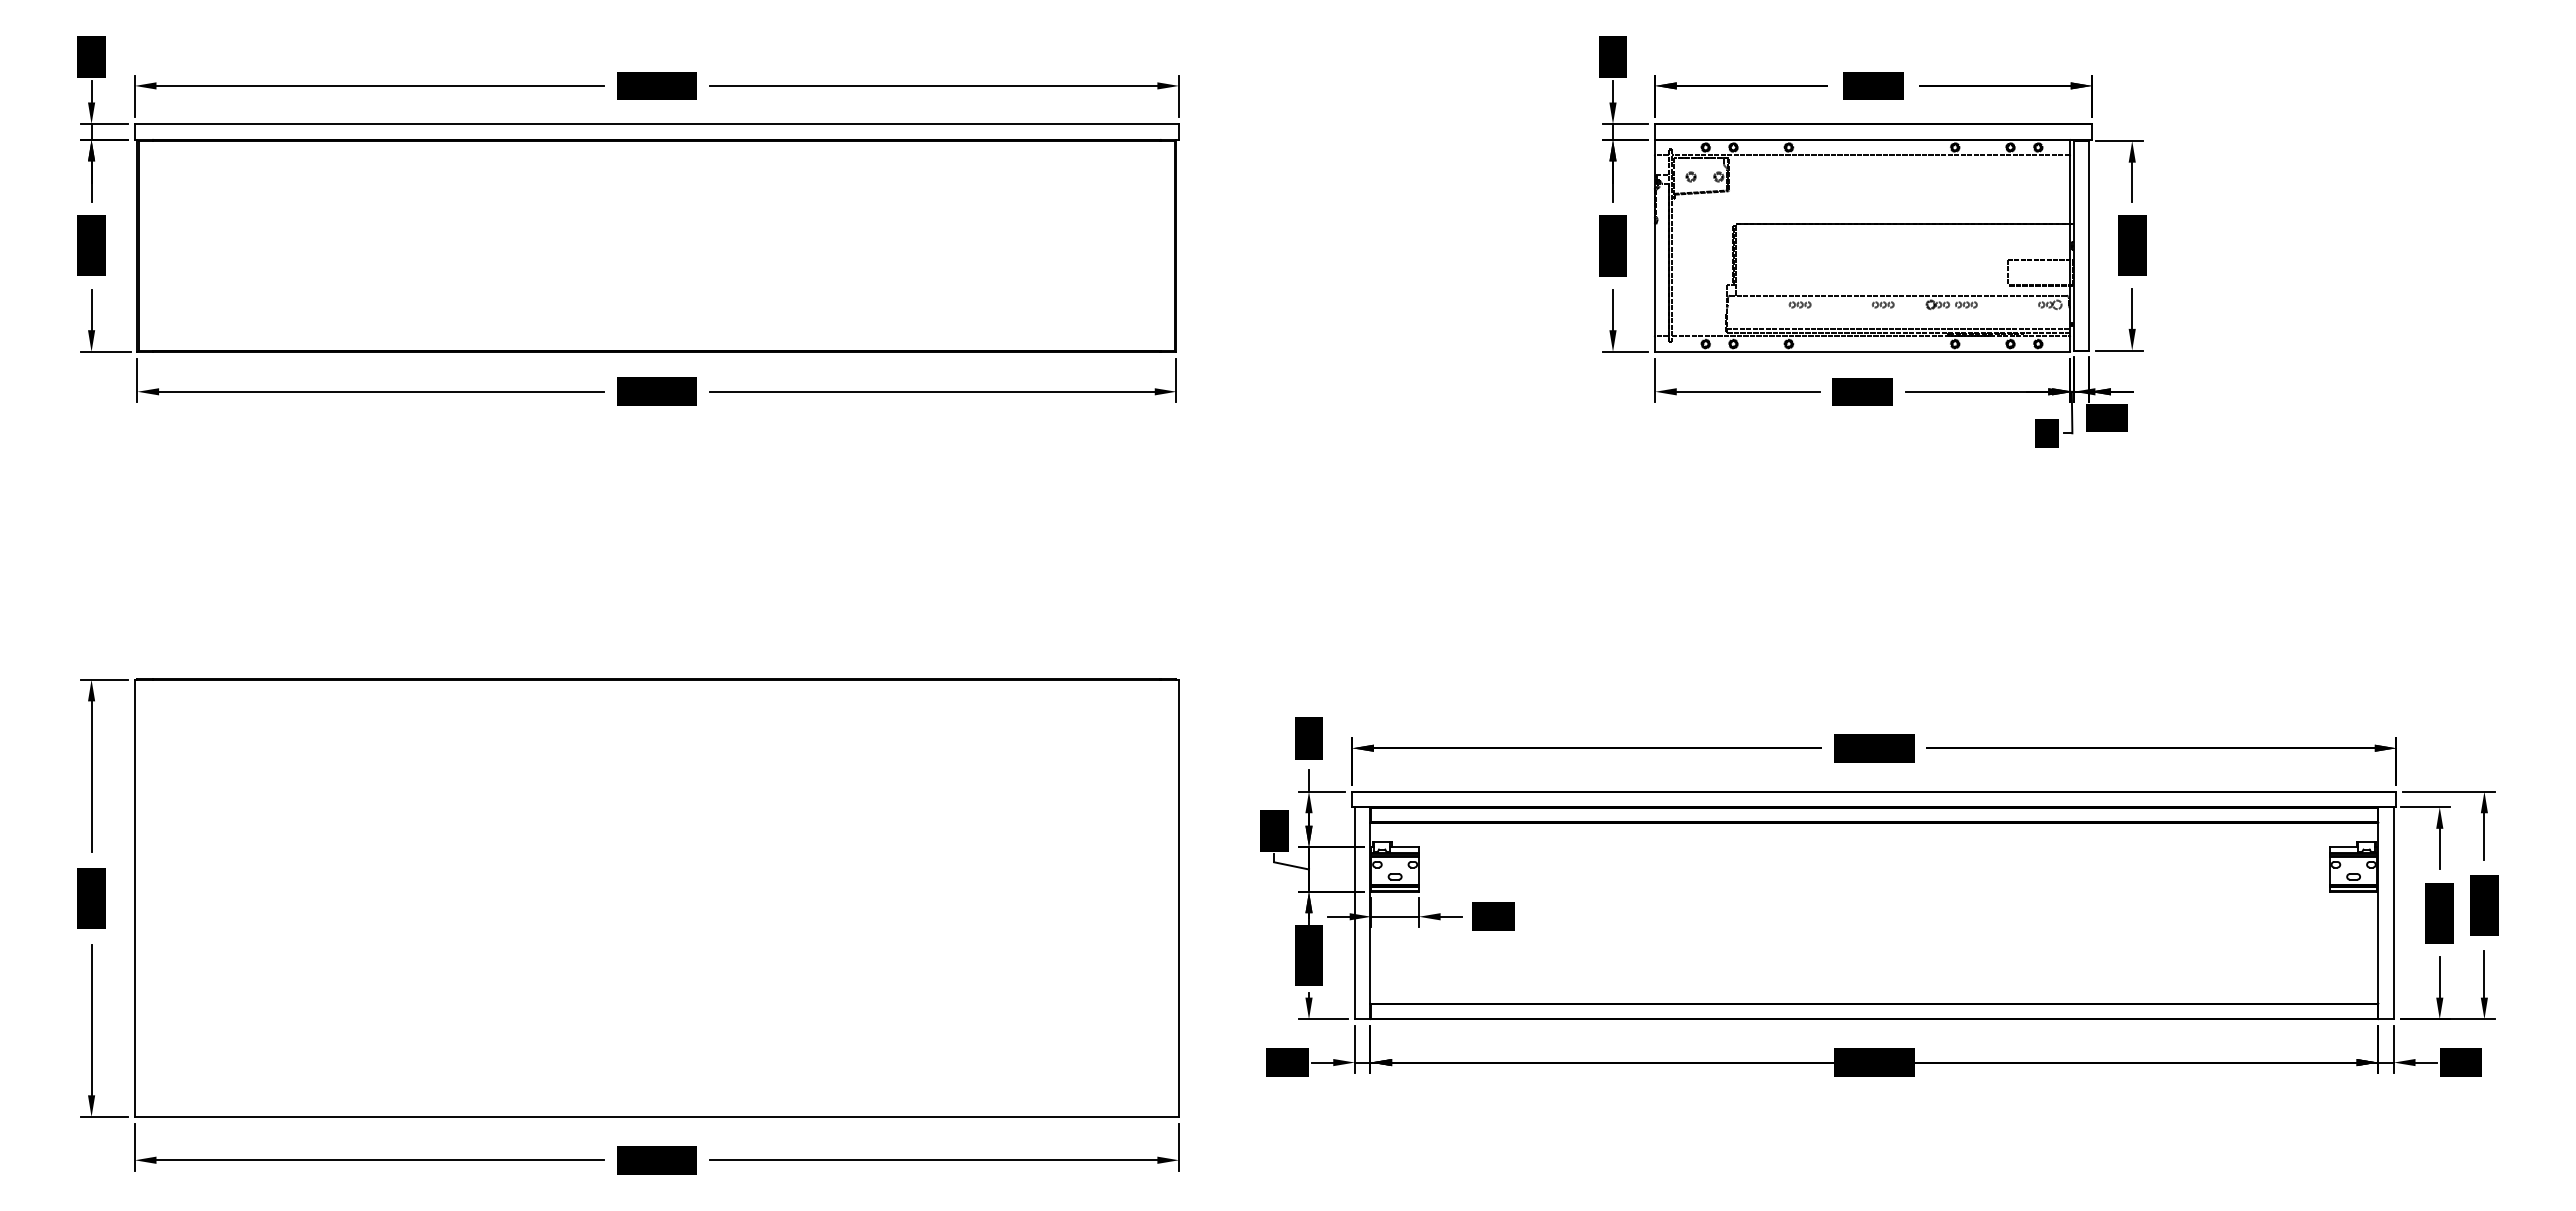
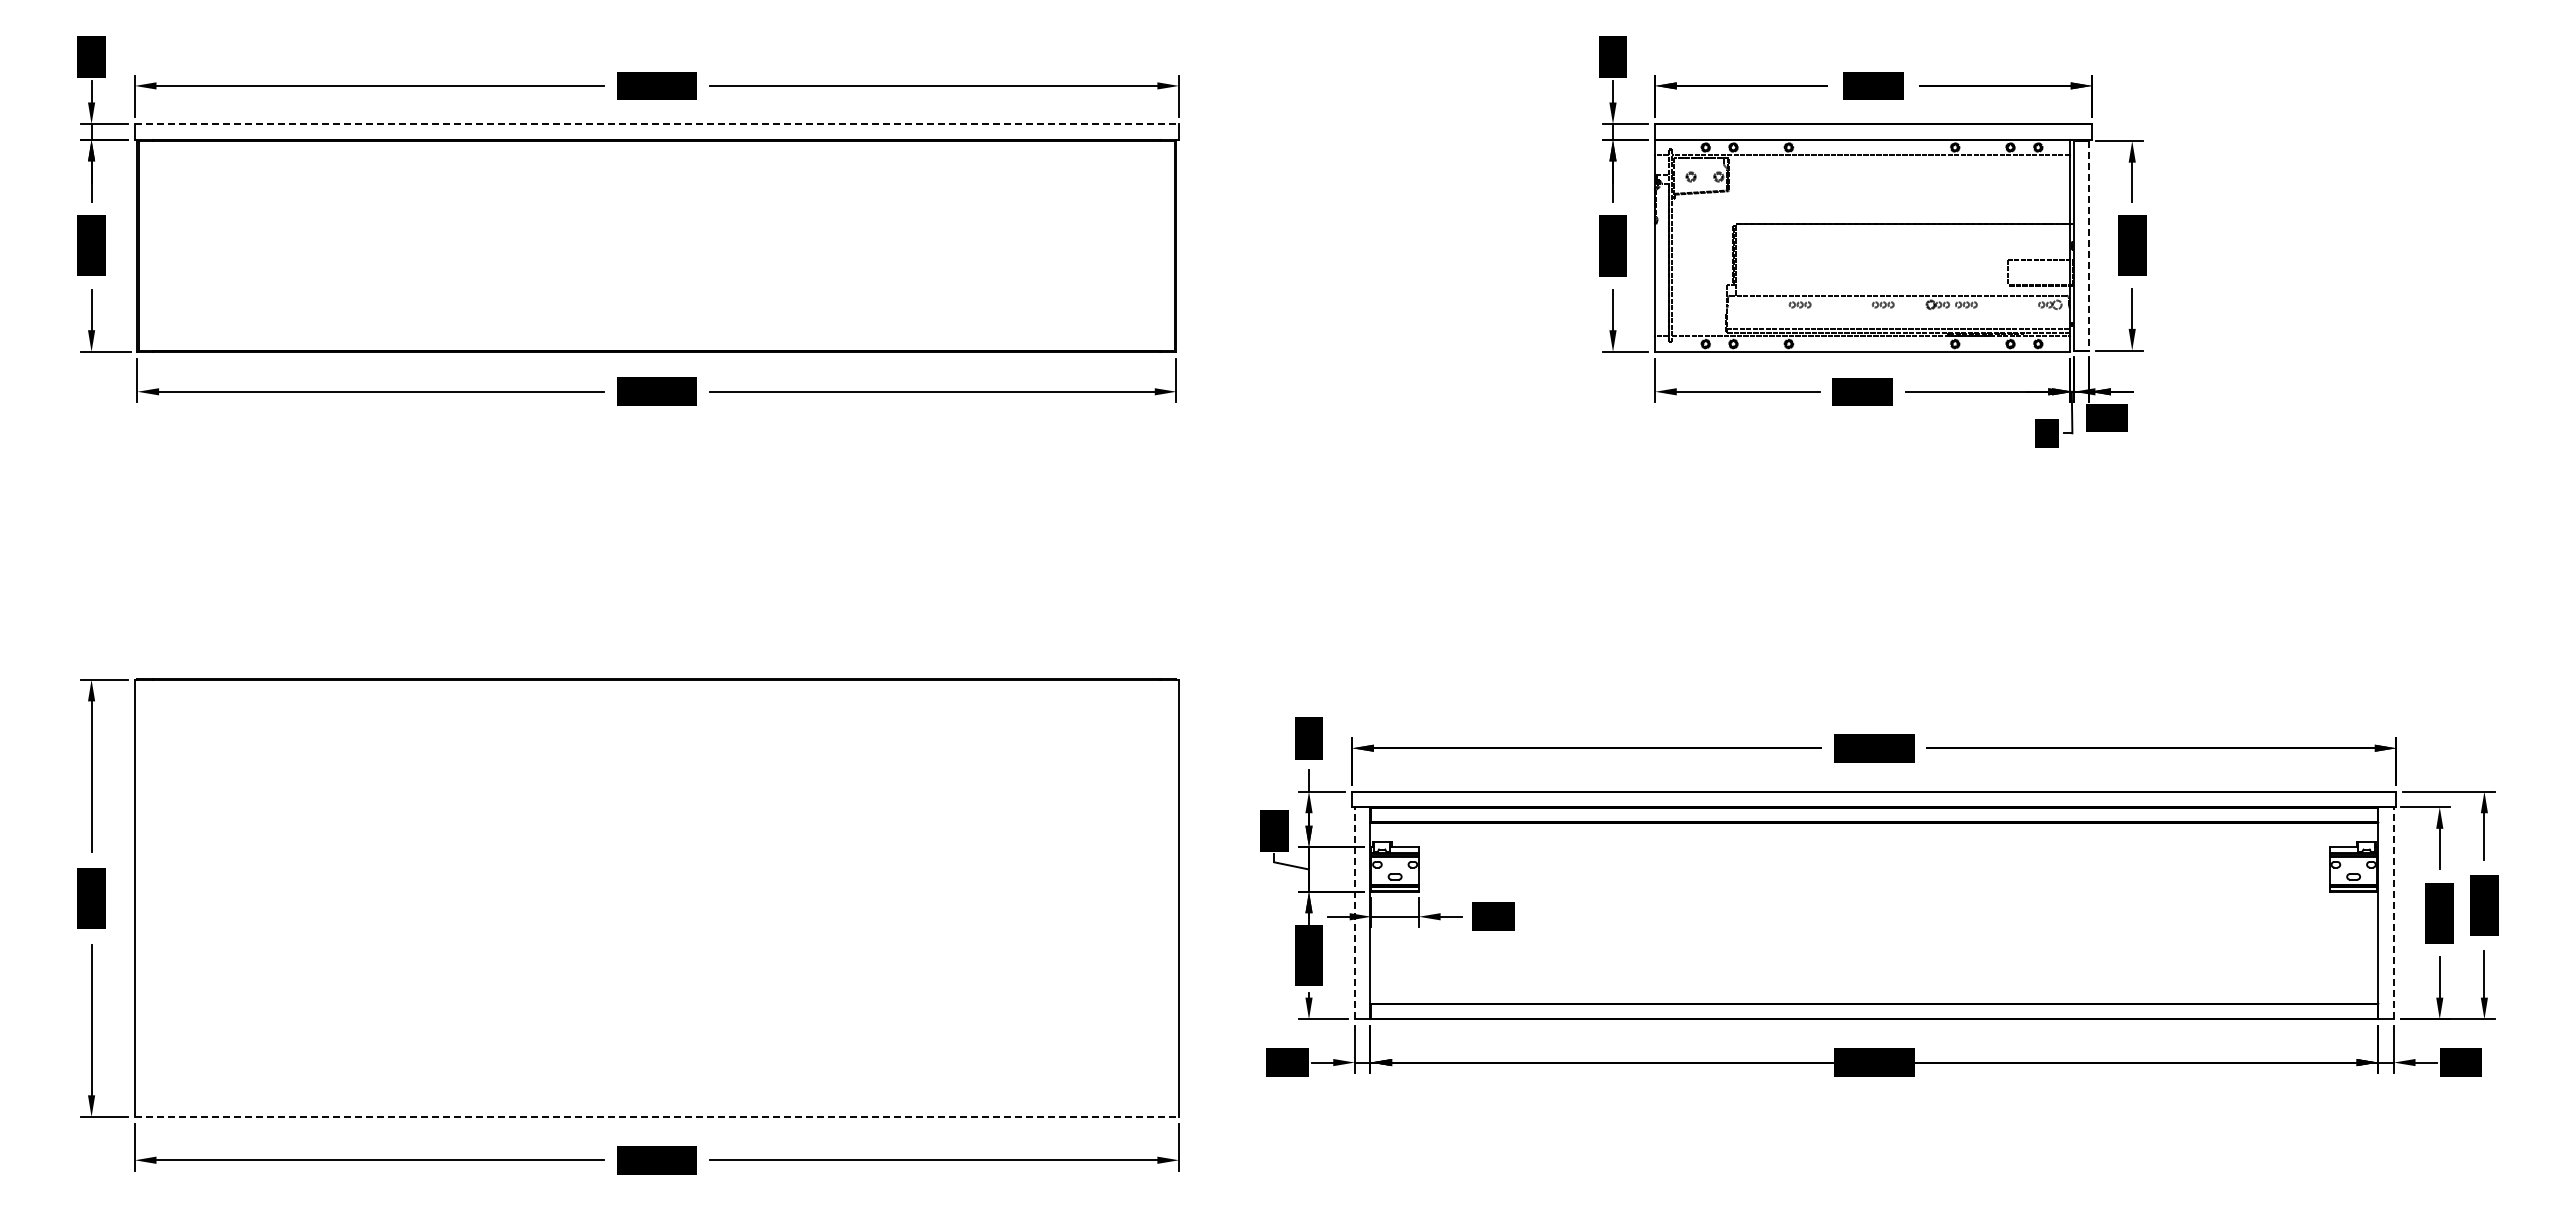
line at (657, 124): solid -> dashed
line at (2089, 245): solid -> dashed
line at (1354, 912): solid -> dashed
line at (2393, 912): solid -> dashed
line at (657, 1116): solid -> dashed
